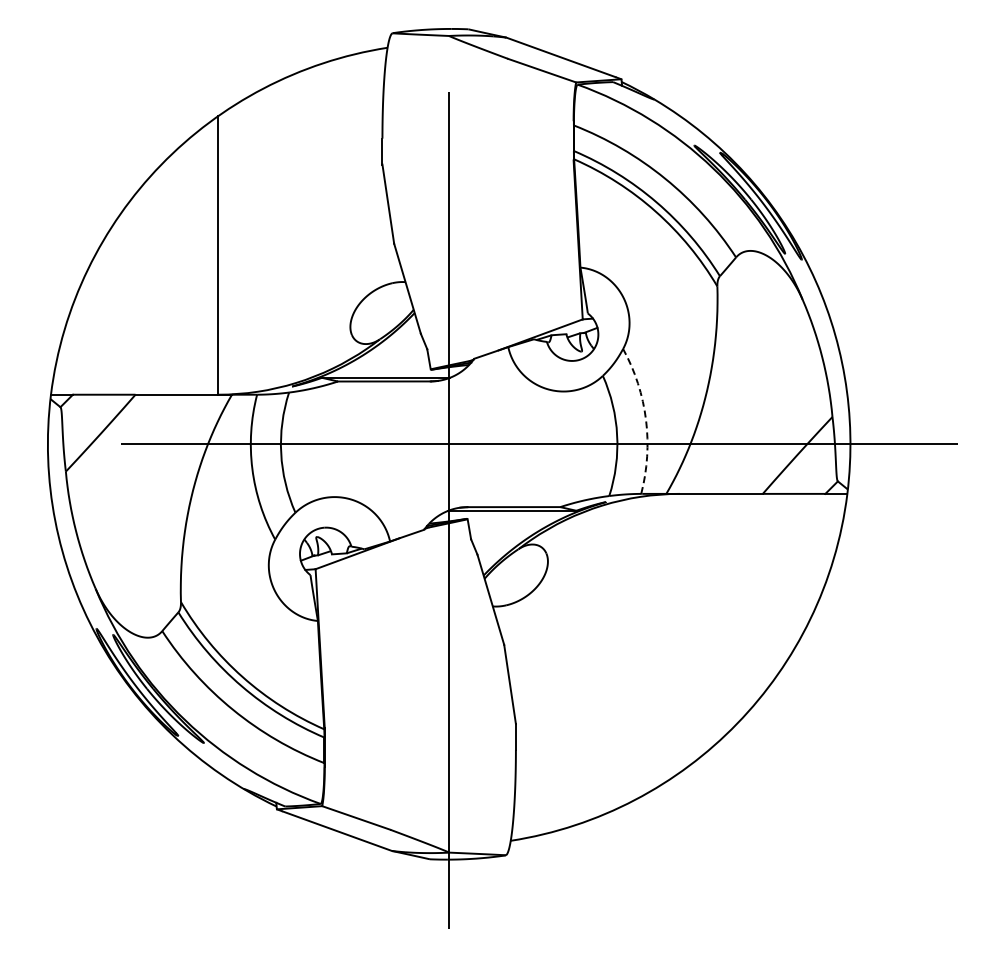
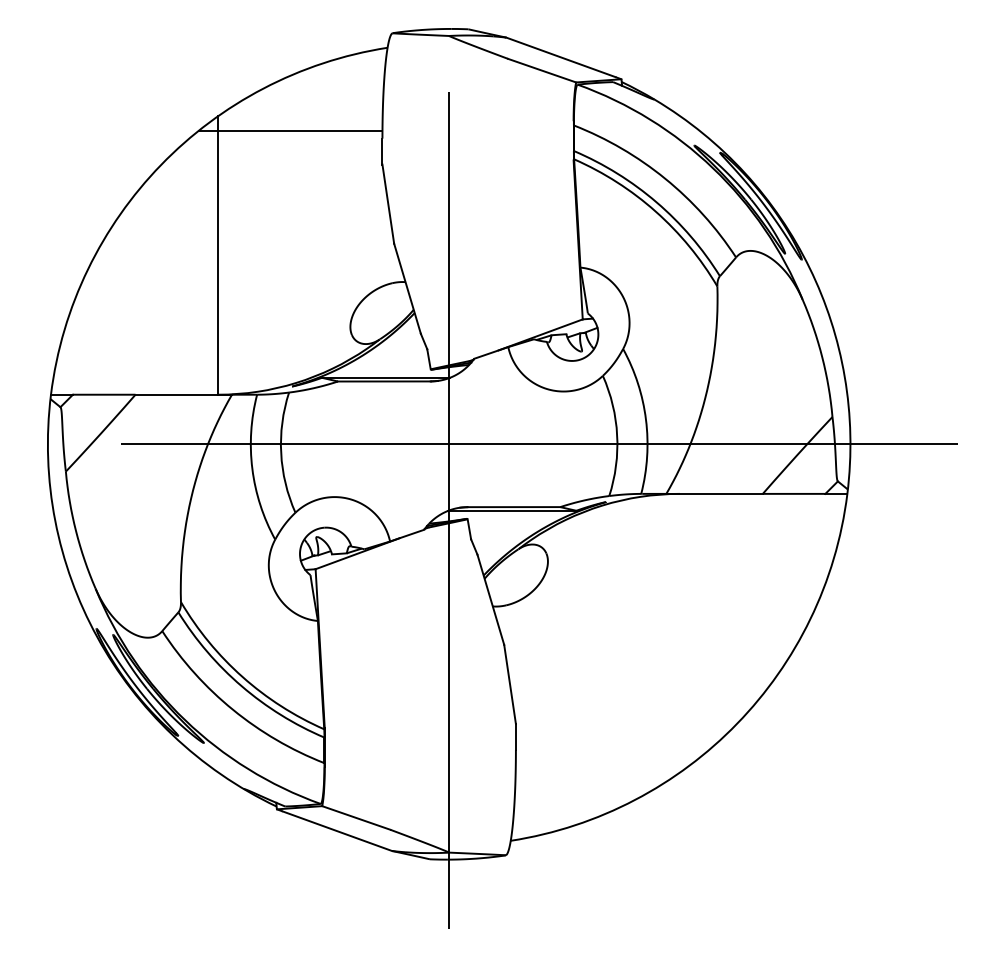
line at (290, 130): none -> present
arc at (646, 419): dashed -> solid
